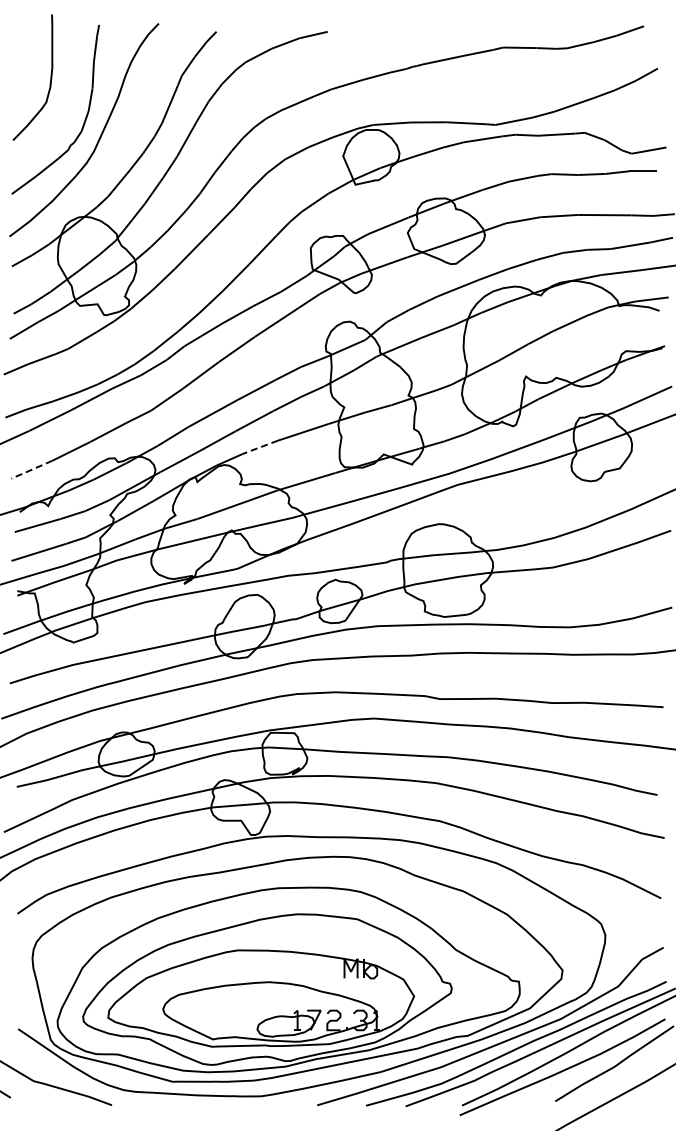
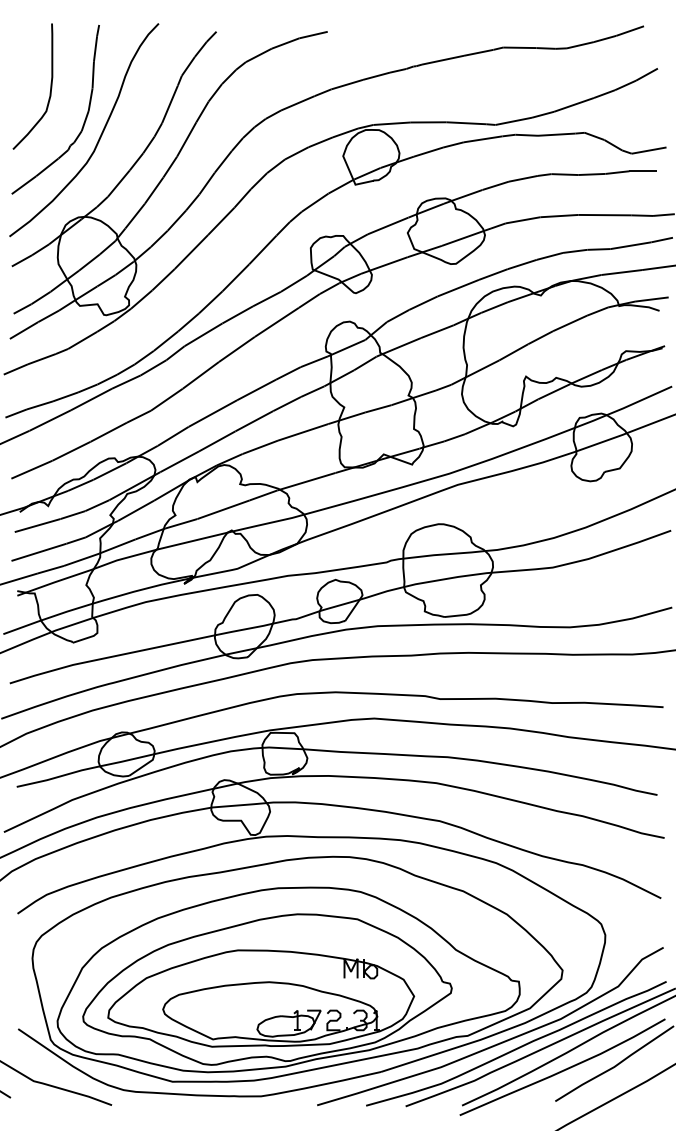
curve at (50, 77) position: (50, 77) -> (50, 86)
line at (260, 447): dashed -> solid
line at (31, 469): dashed -> solid
